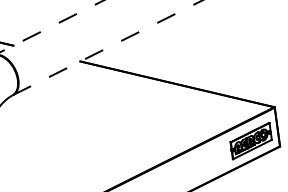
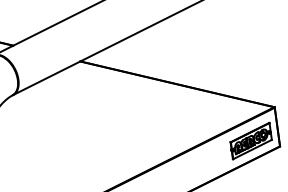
line at (52, 26): dashed -> solid
line at (108, 47): dashed -> solid
